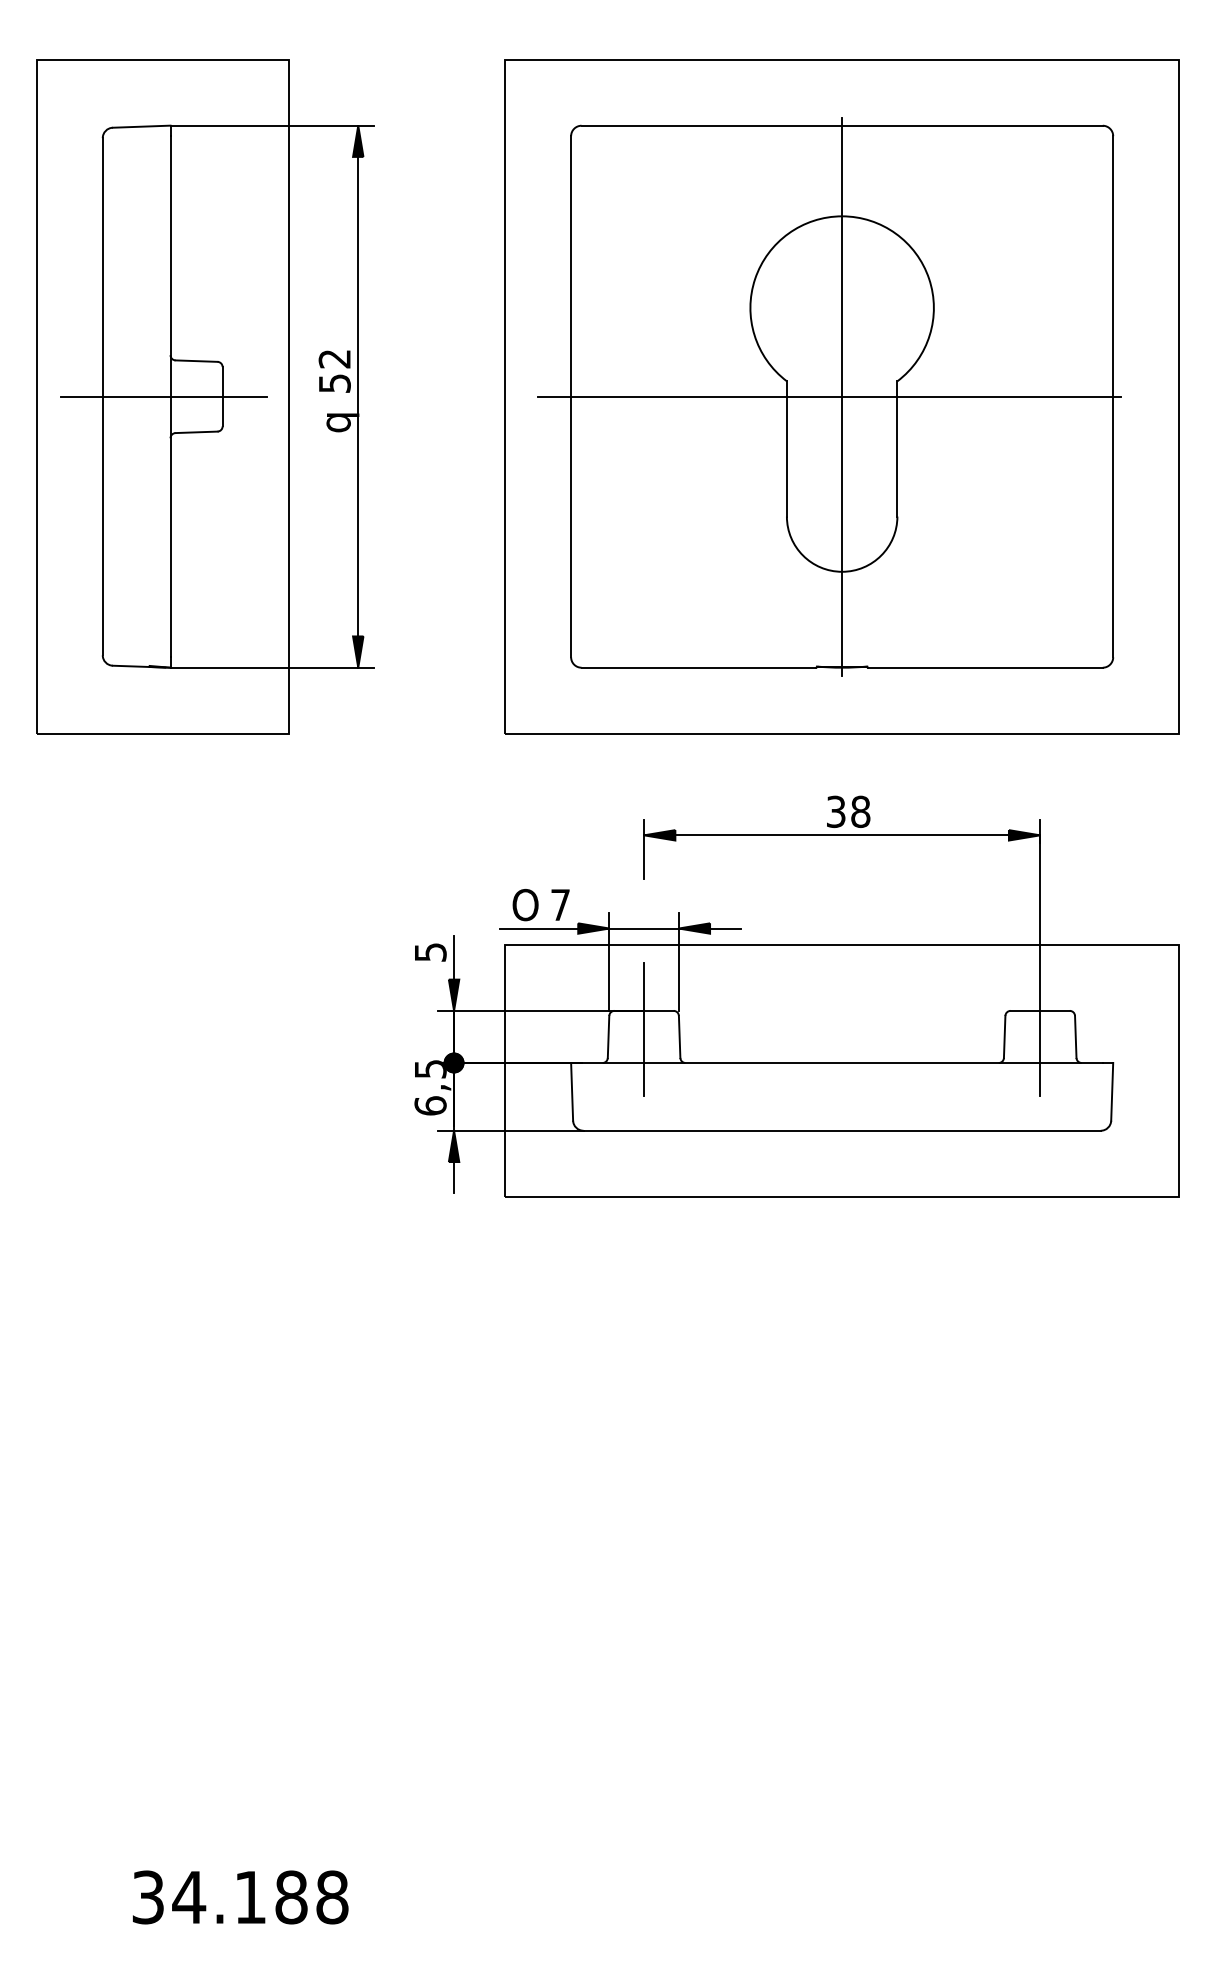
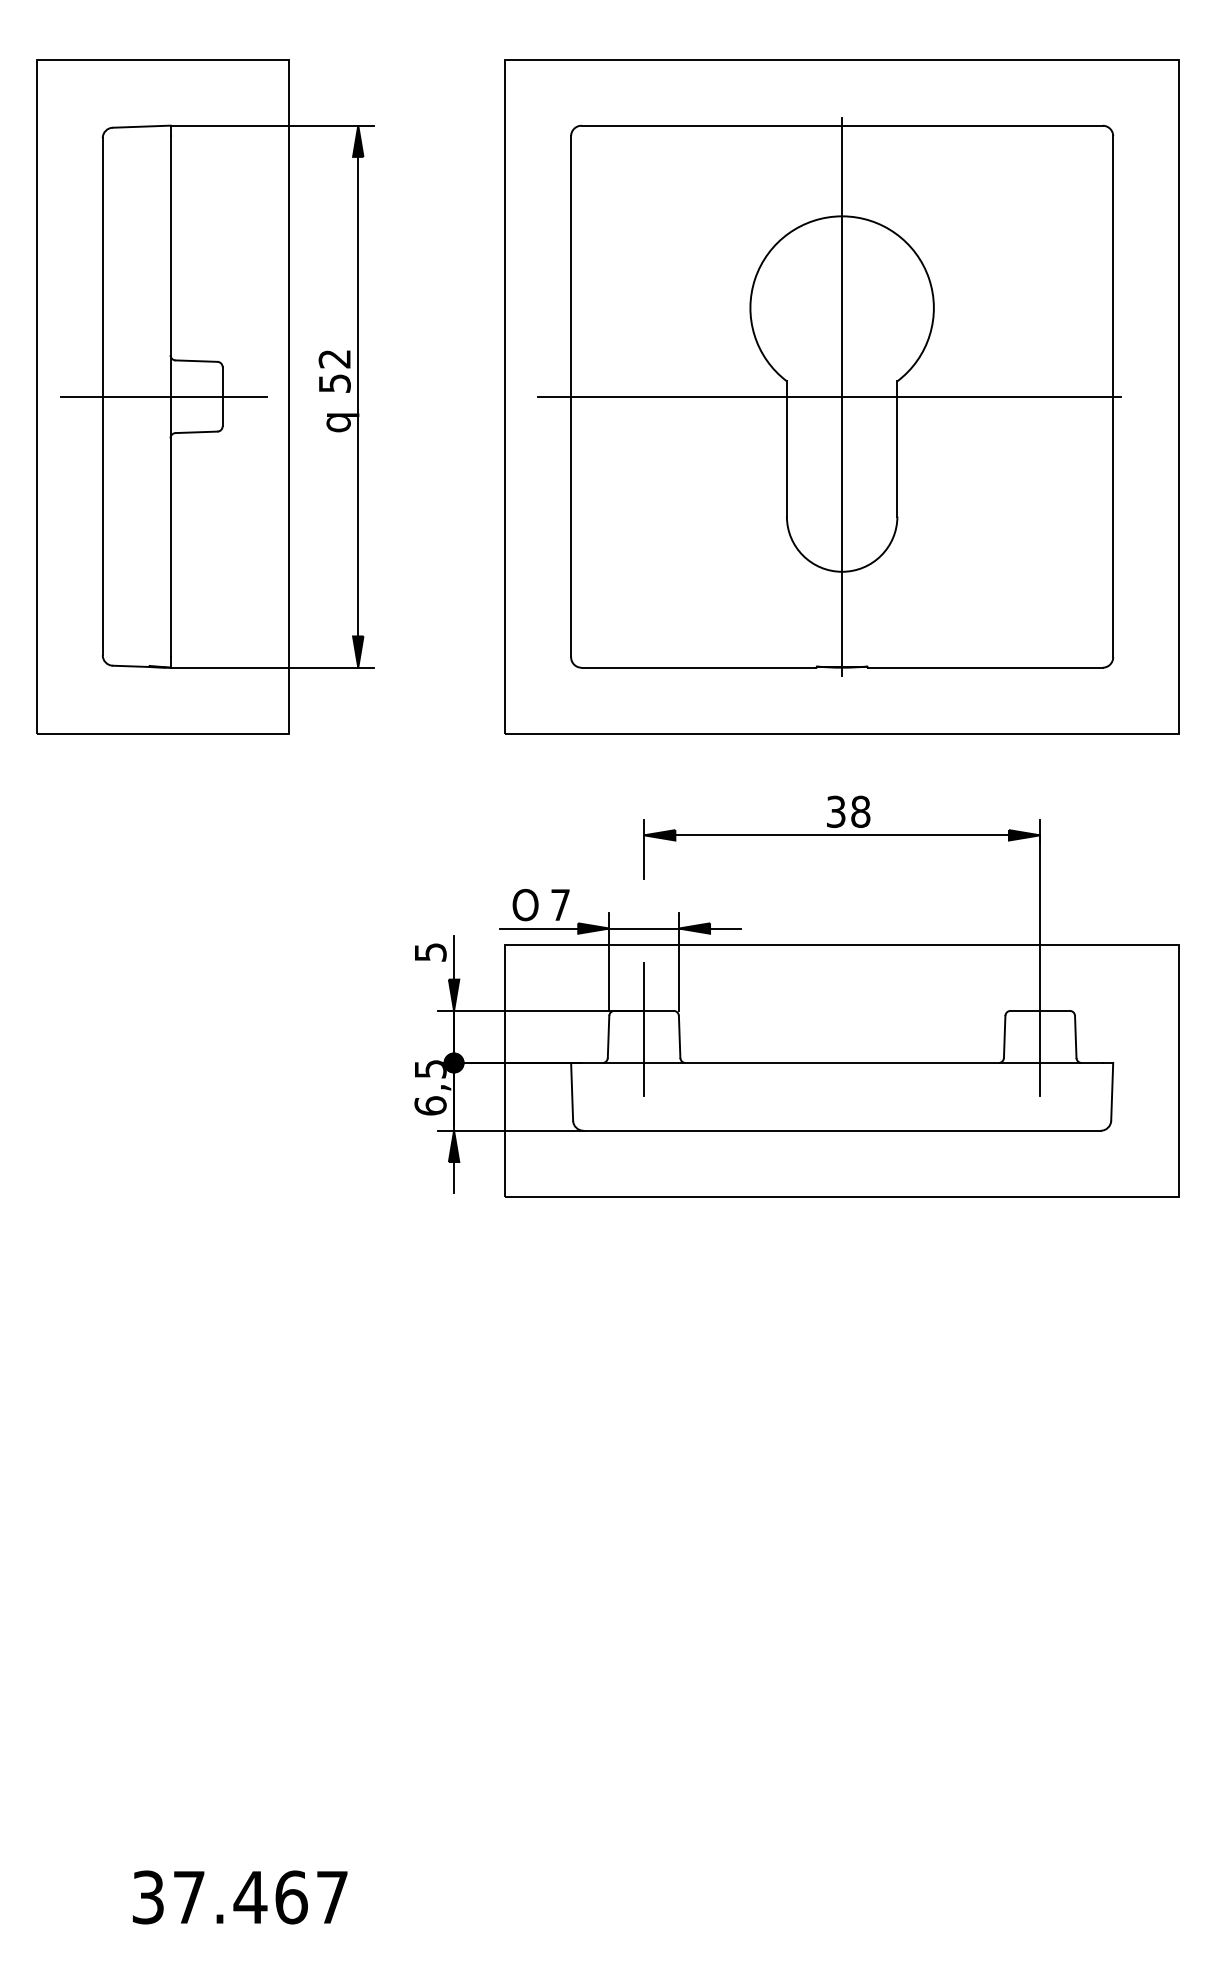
text at (260, 1897): 34.188 -> 37.467
